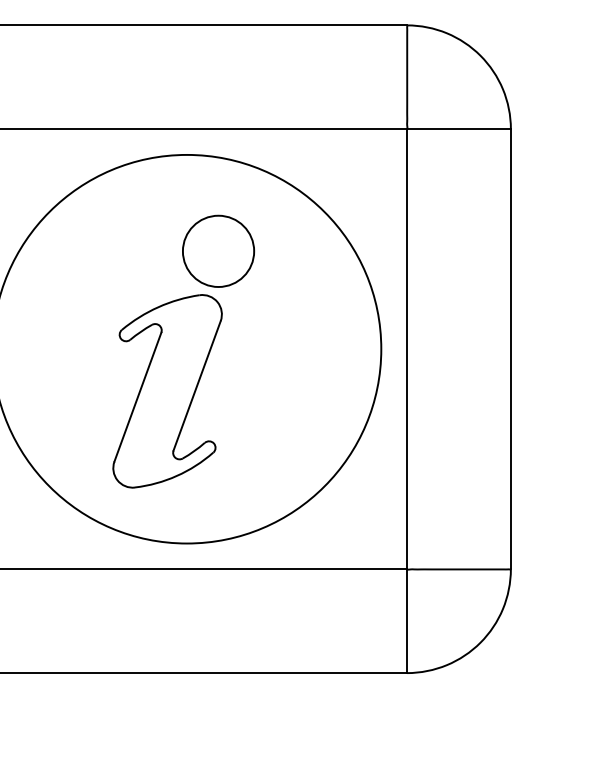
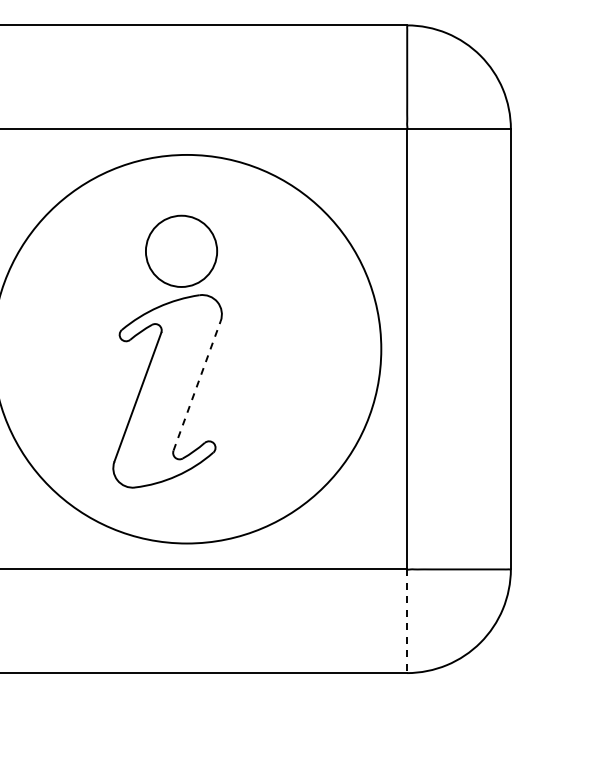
circle at (218, 250) position: (218, 250) -> (181, 250)
line at (197, 385): solid -> dashed
line at (407, 621): solid -> dashed
